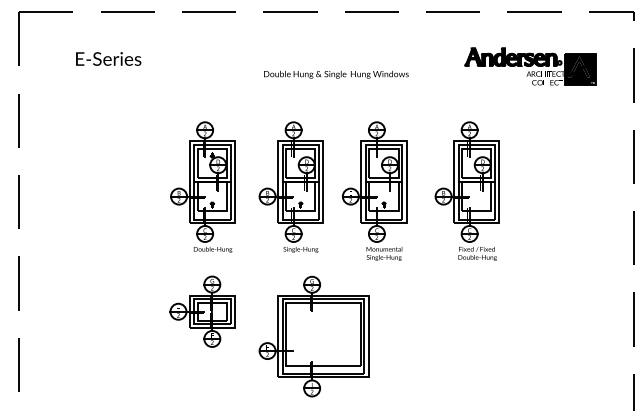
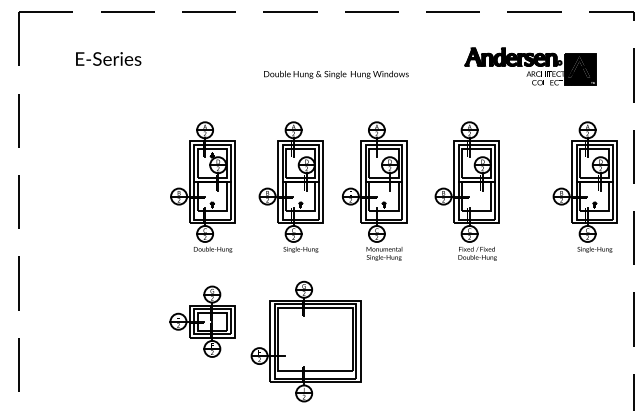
part at (584, 186): none -> present
part at (202, 311) position: (202, 311) -> (202, 321)
part at (313, 336) position: (313, 336) -> (305, 341)
